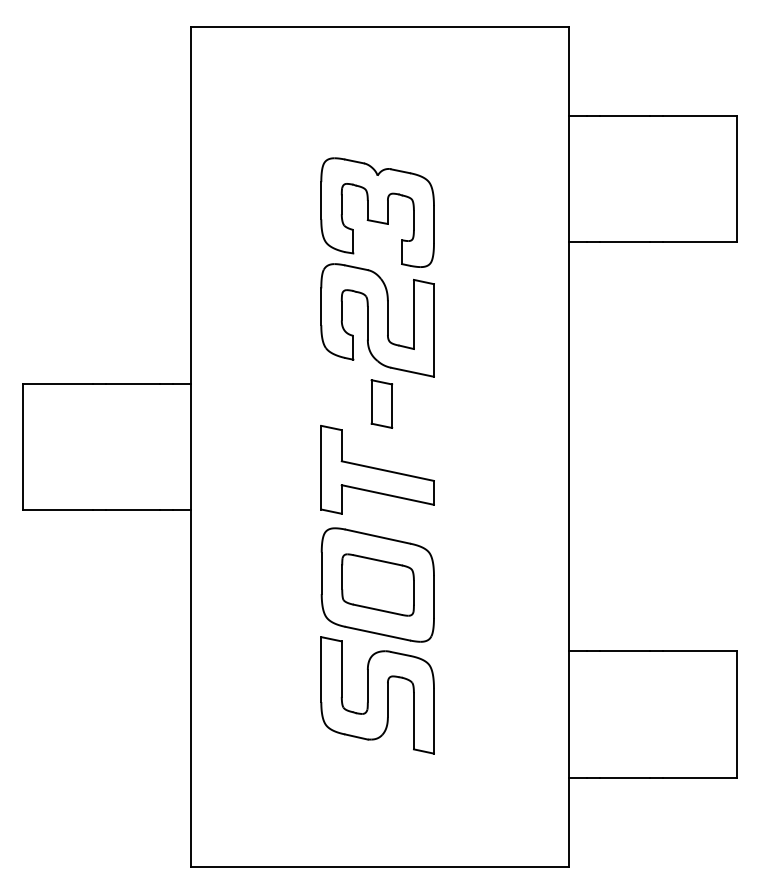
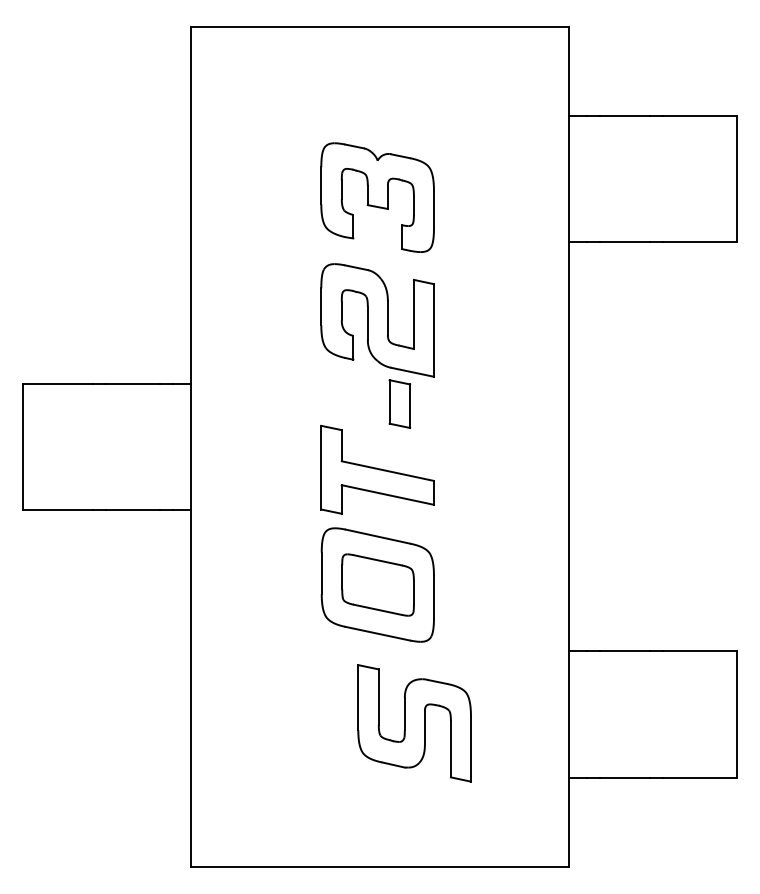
part at (377, 212) position: (377, 212) -> (377, 197)
part at (381, 403) position: (381, 403) -> (399, 403)
part at (377, 695) position: (377, 695) -> (414, 723)
